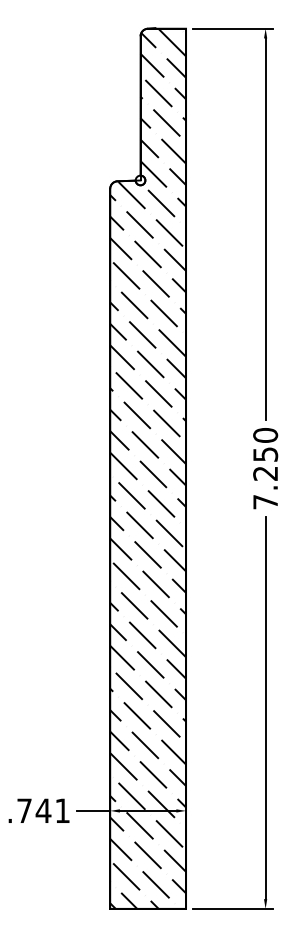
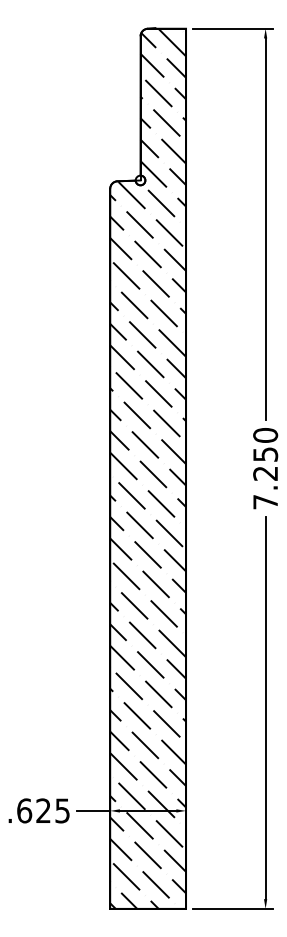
text at (43, 810): .741 -> .625
